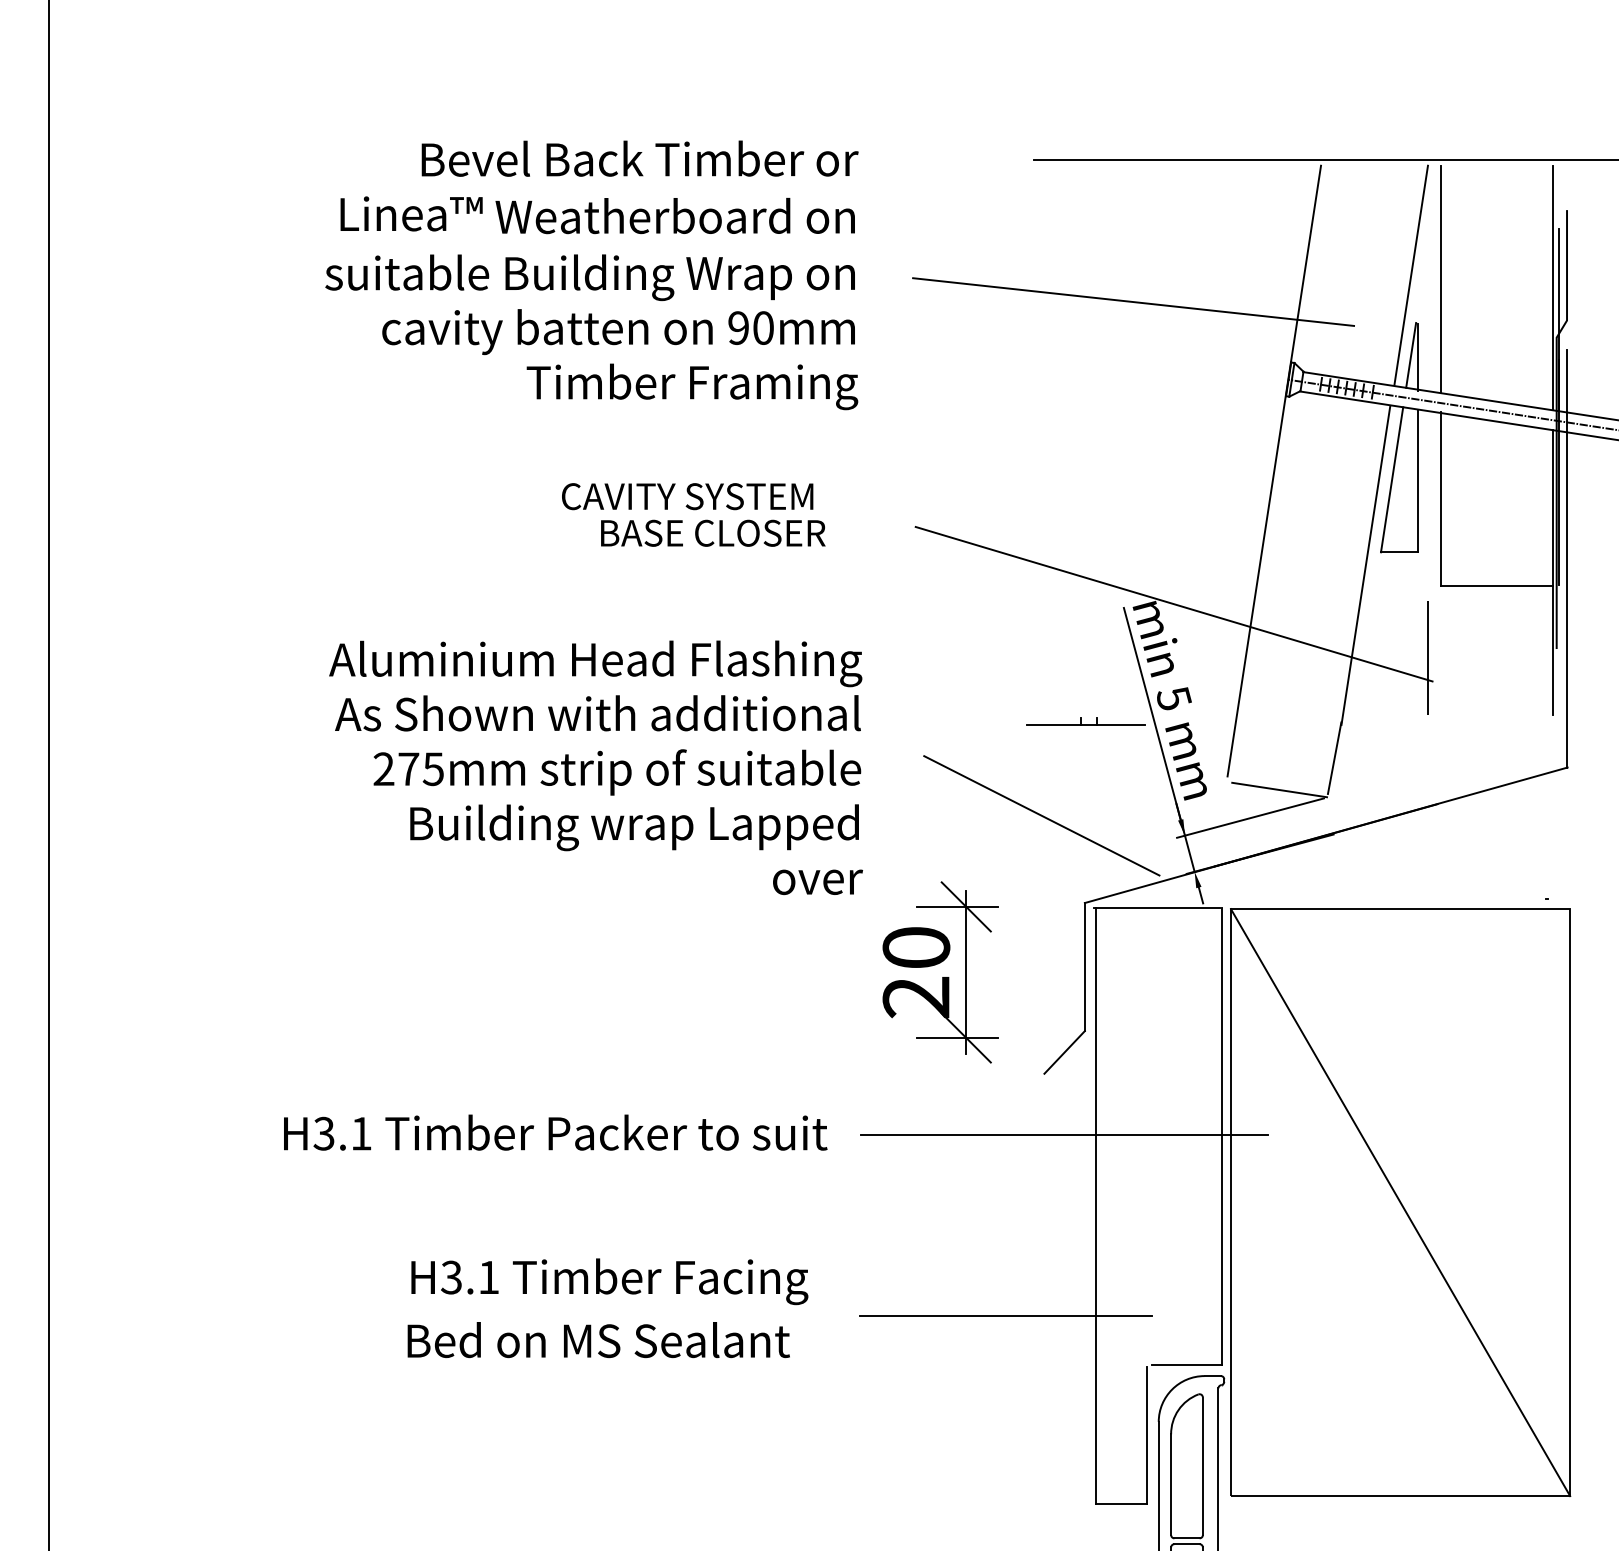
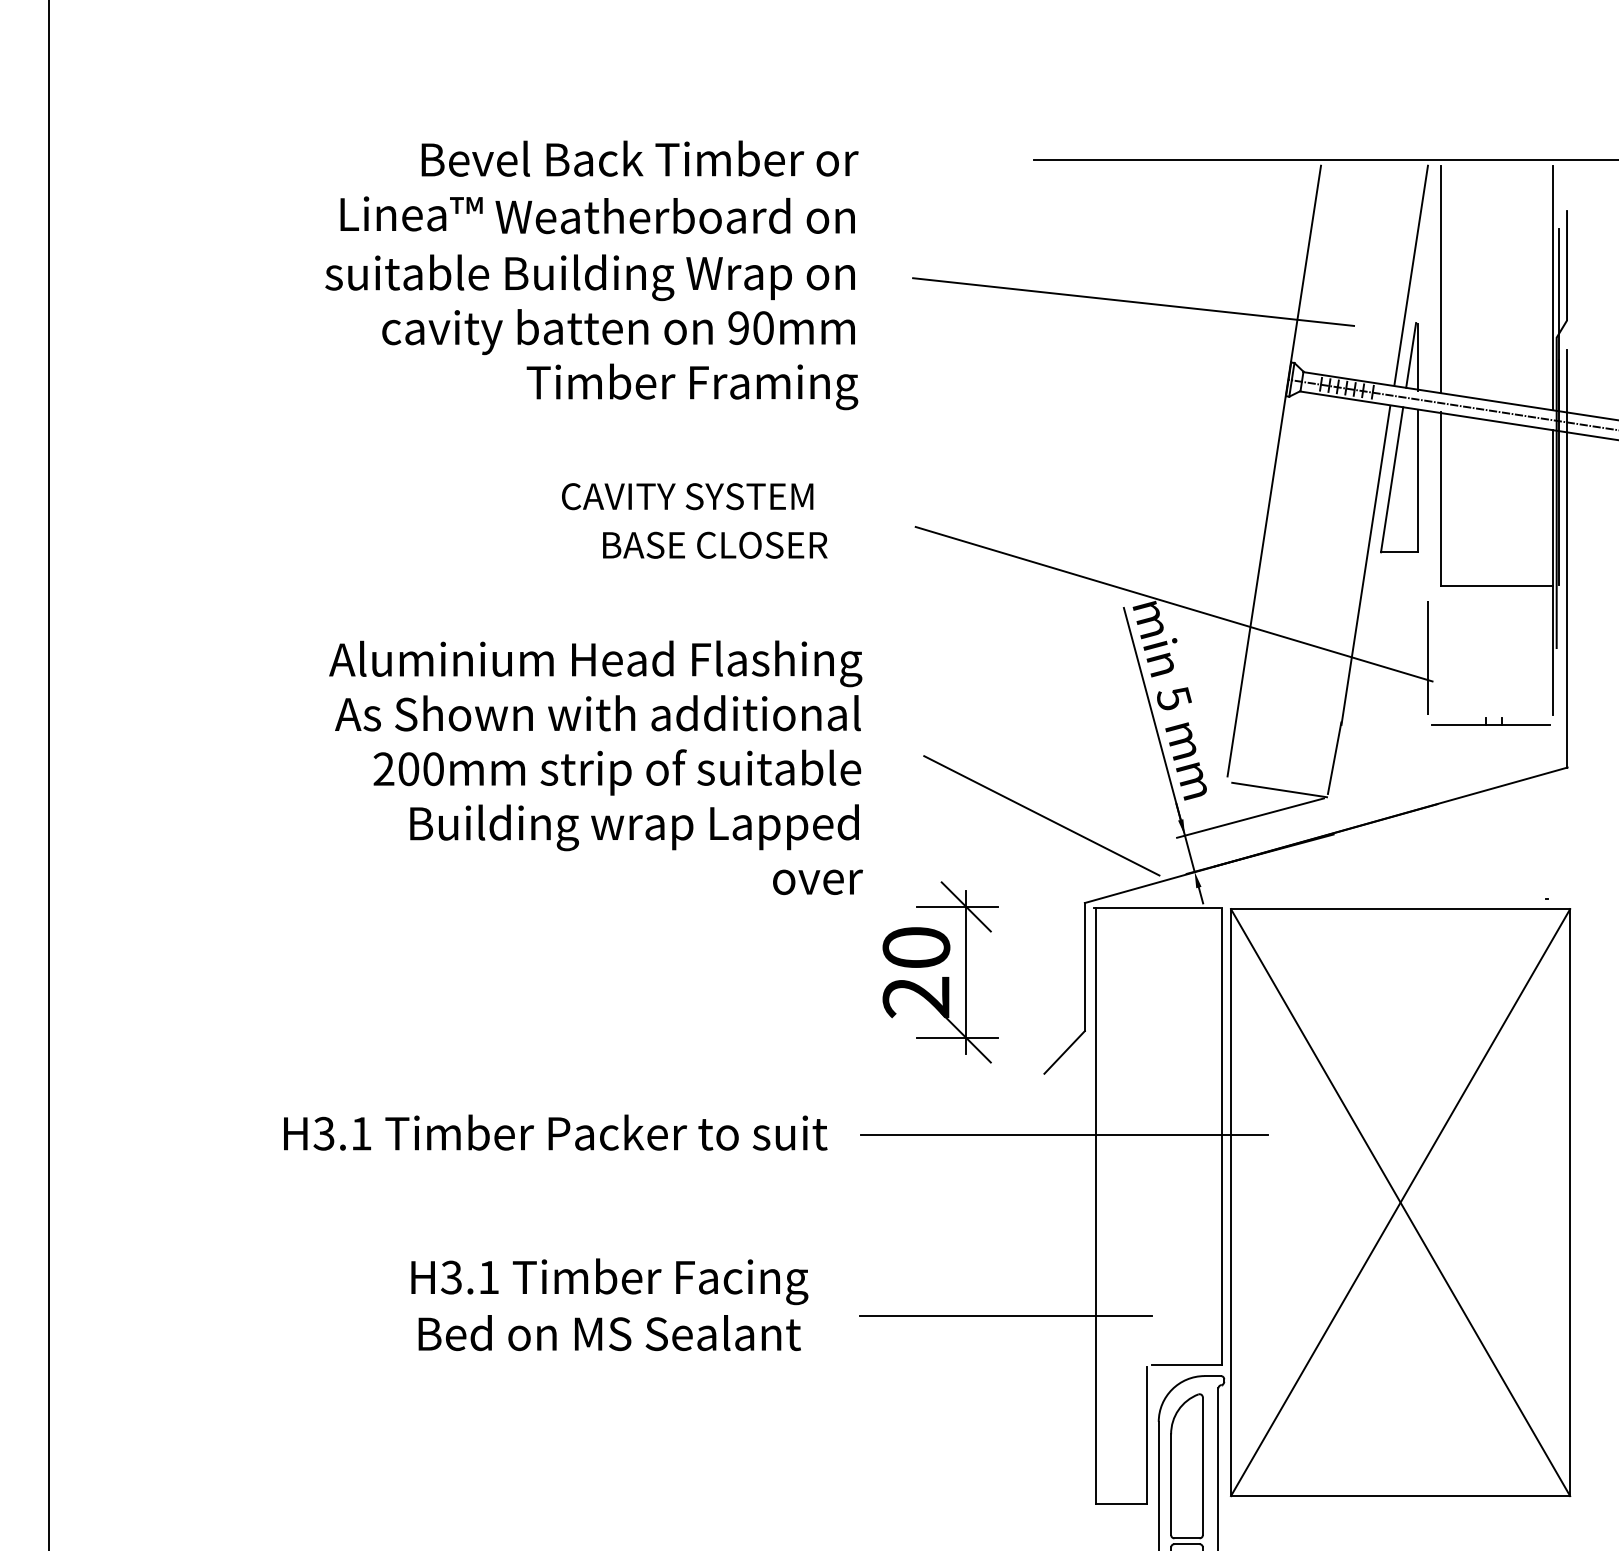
text at (713, 532) position: (713, 532) -> (715, 544)
part at (1085, 721) position: (1085, 721) -> (1490, 721)
text at (420, 769): 275mm -> 200mm
line at (1400, 1202): none -> present
text at (598, 1340) position: (598, 1340) -> (609, 1333)
